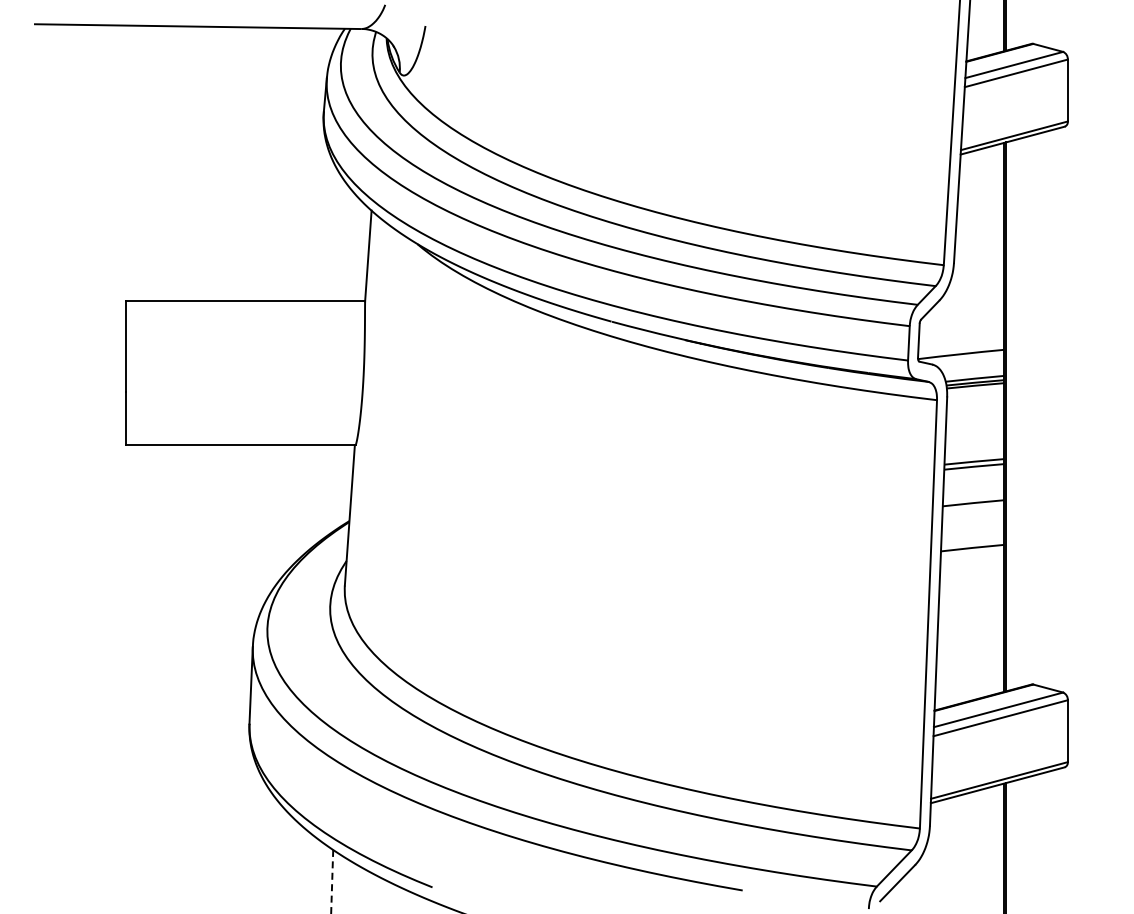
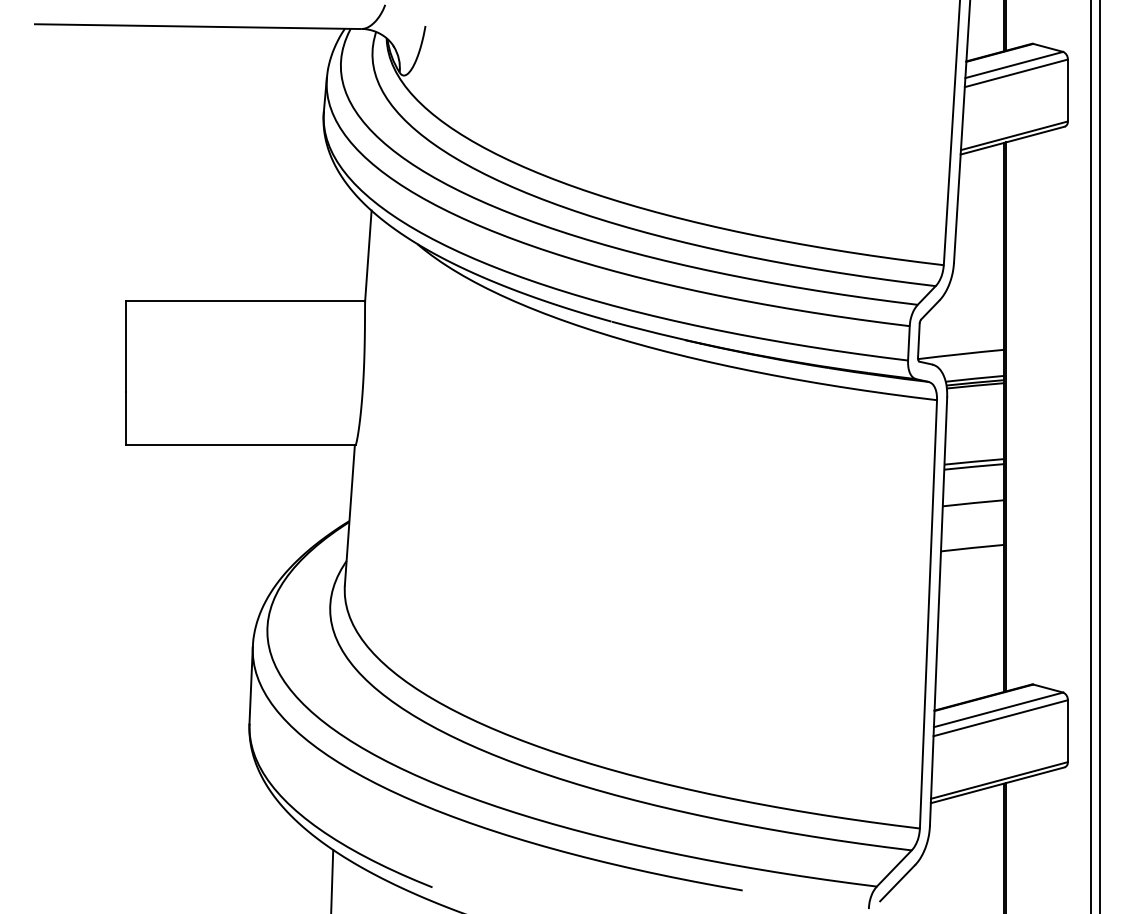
line at (1090, 456): none -> present
line at (1099, 456): none -> present
line at (332, 881): dashed -> solid
